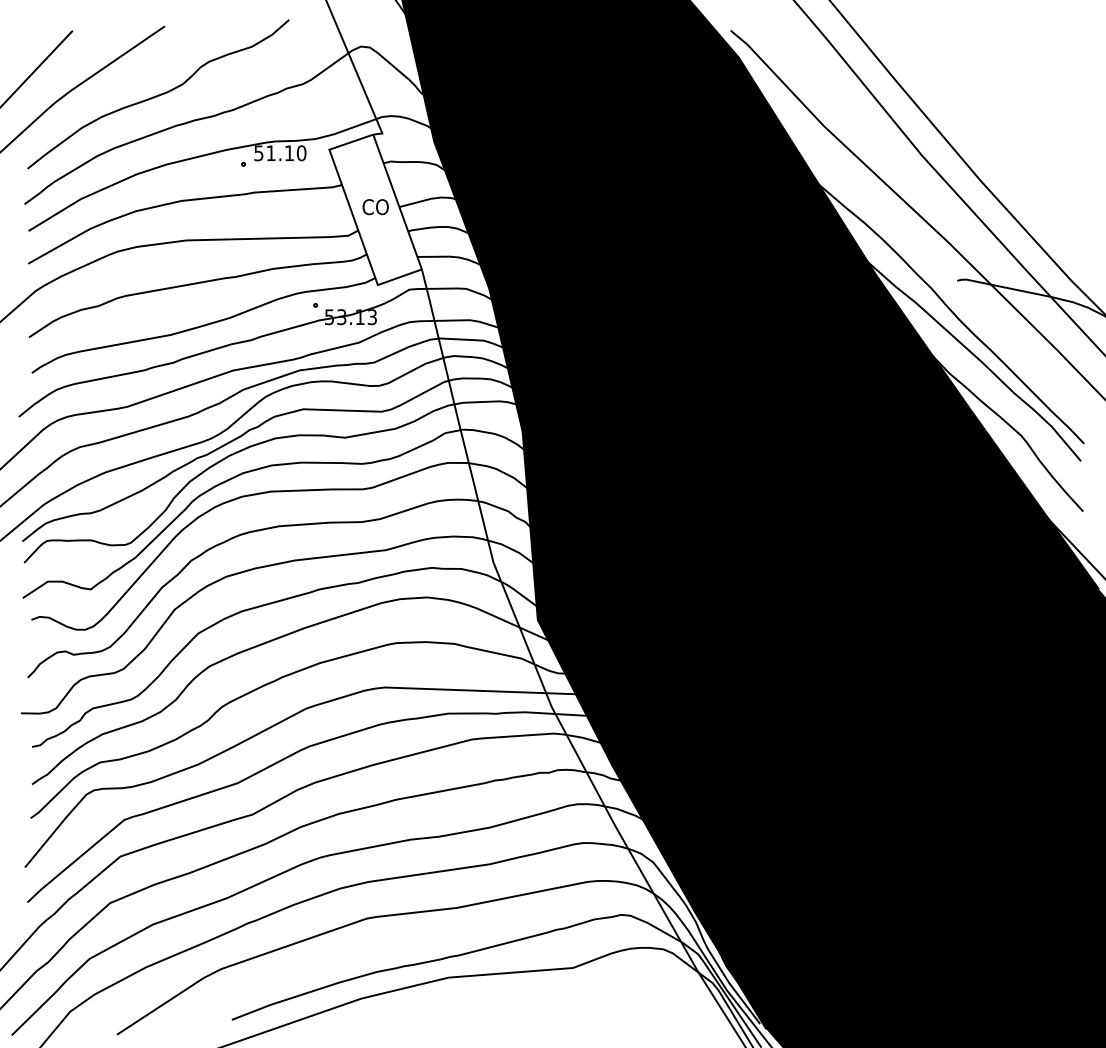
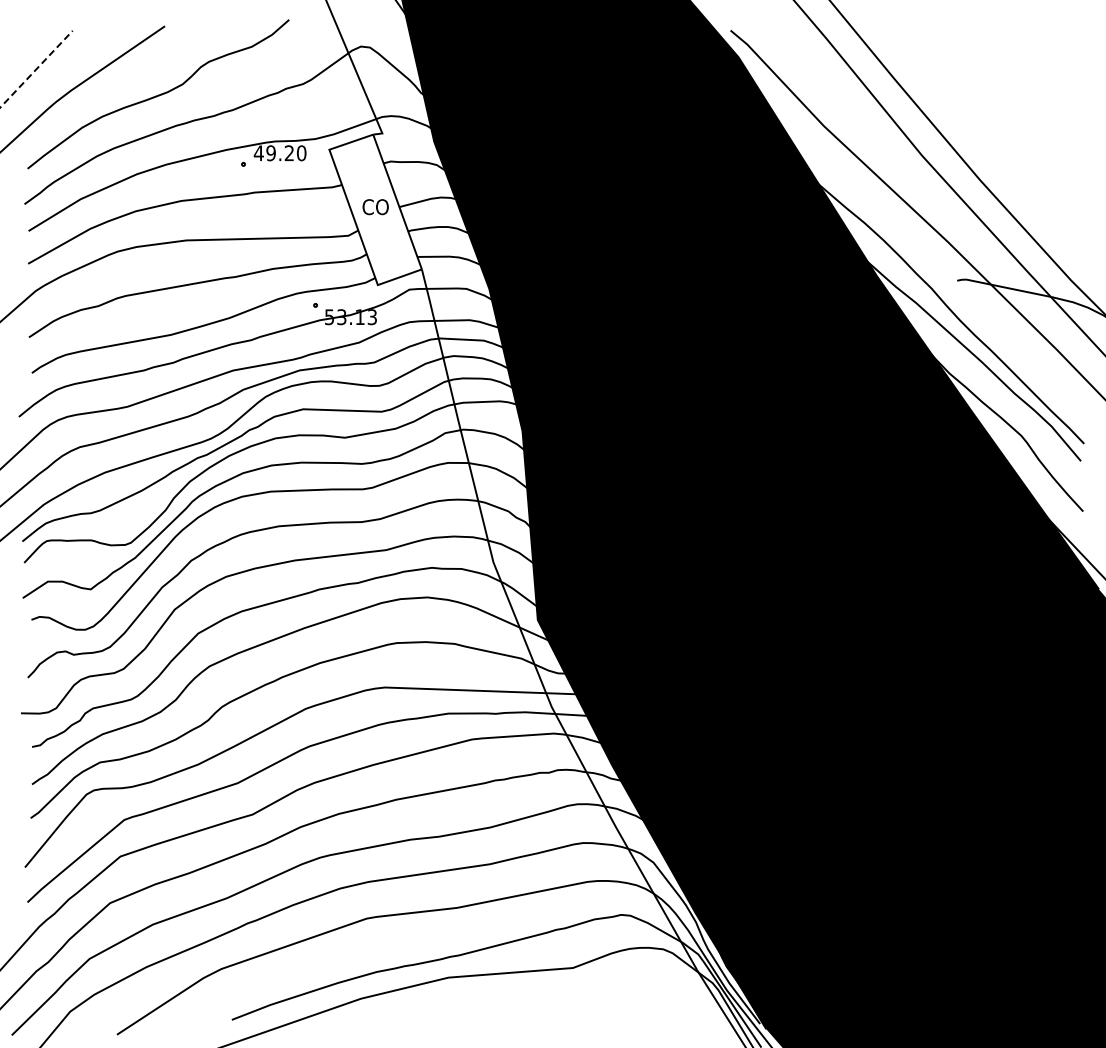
line at (36, 69): solid -> dashed
text at (273, 153): 51.10 -> 49.20
